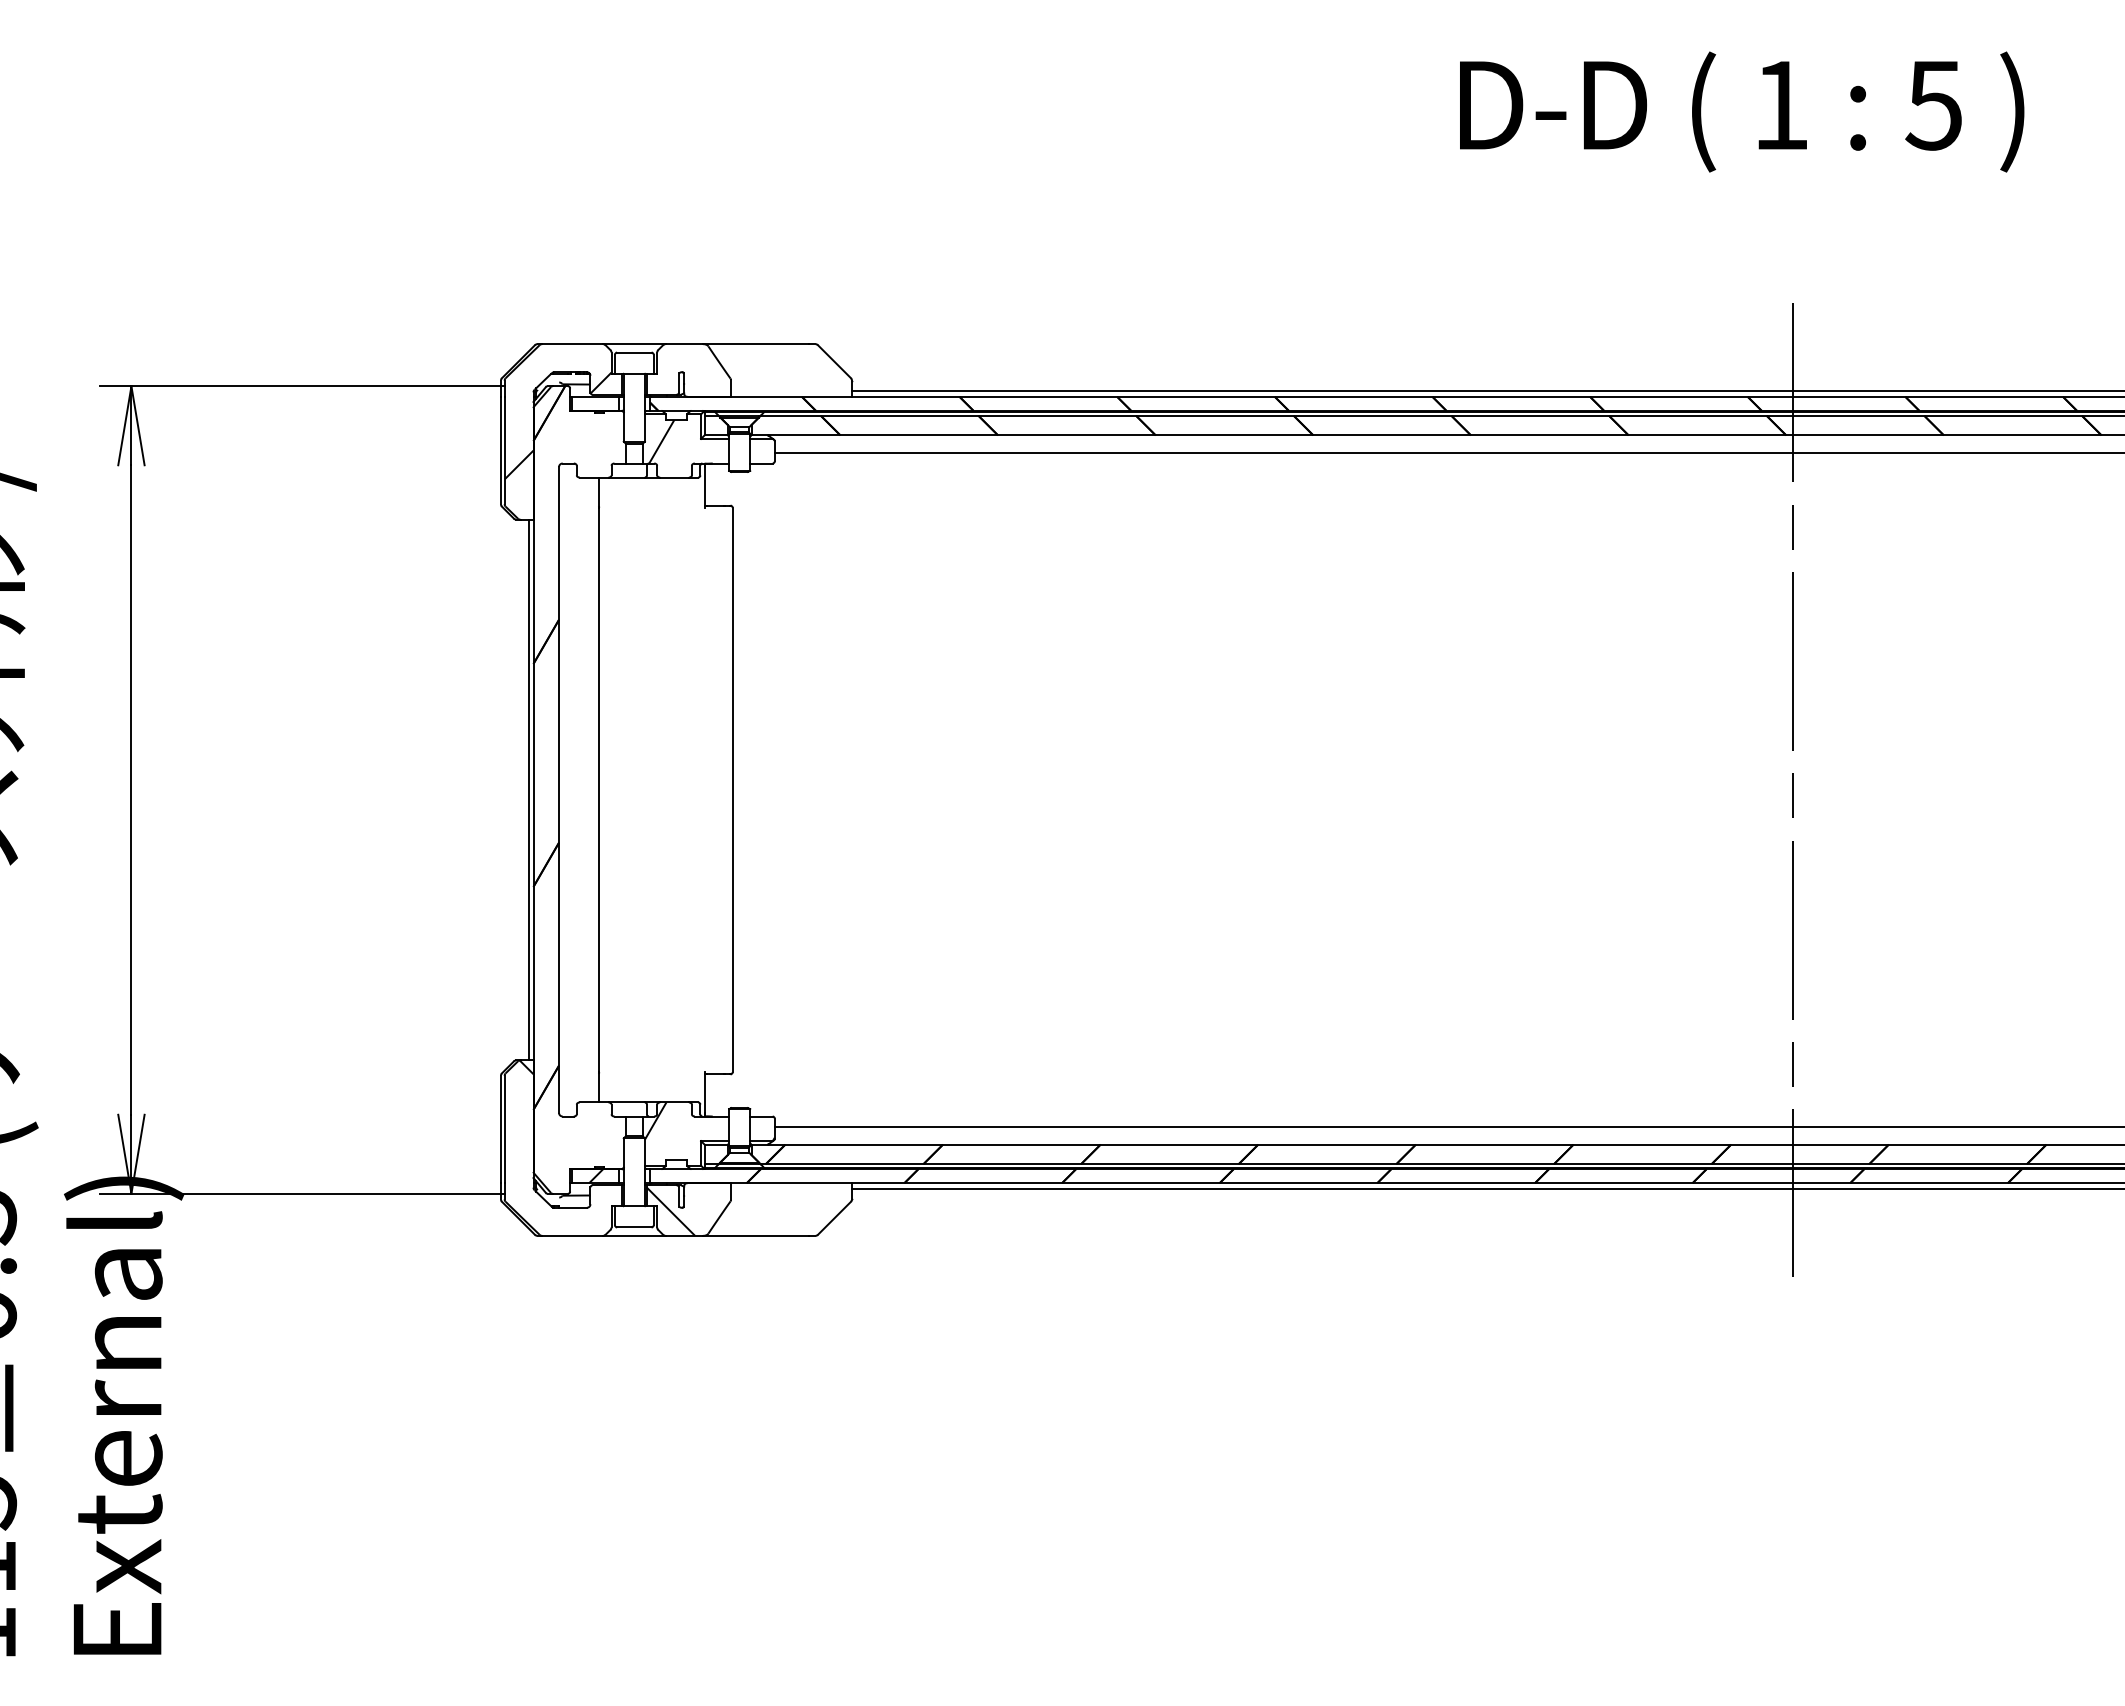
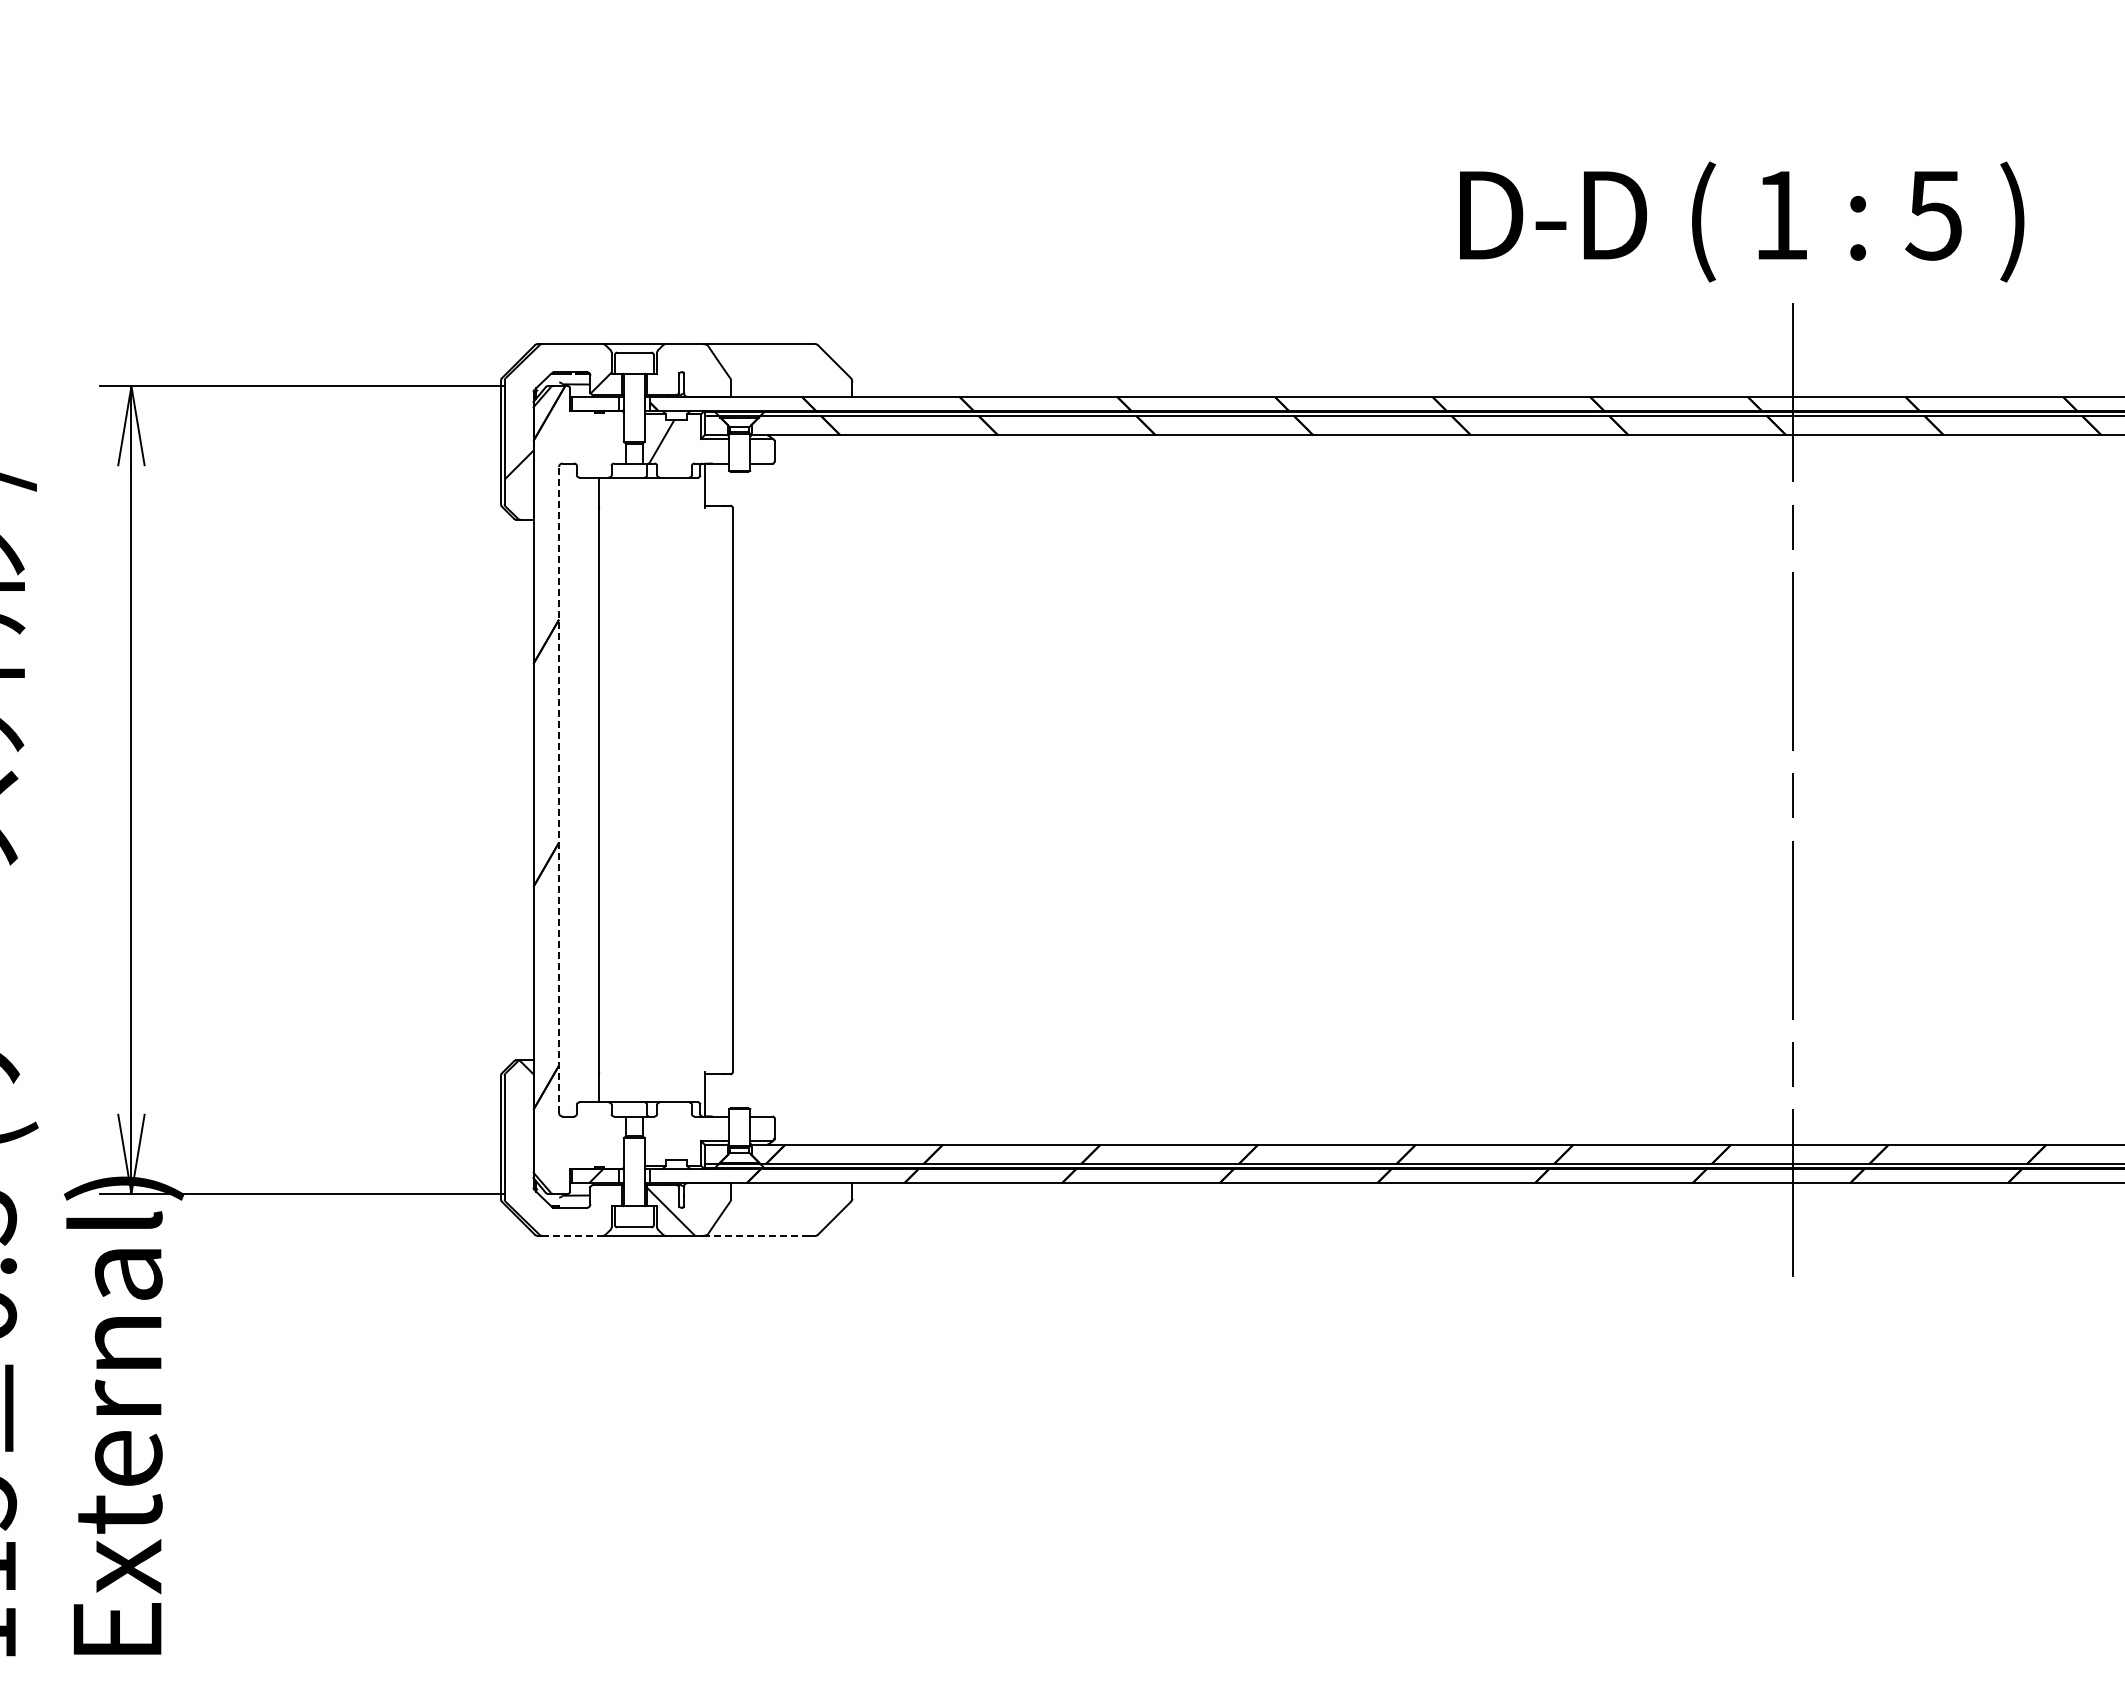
text at (1742, 111) position: (1742, 111) -> (1742, 221)
line at (1486, 391): present -> none
line at (1447, 452): present -> none
line at (529, 789): present -> none
line at (559, 790): solid -> dashed
hatch at (655, 1120): present -> none
line at (1447, 1127): present -> none
line at (1486, 1188): present -> none
line at (573, 1235): solid -> dashed
line at (755, 1235): solid -> dashed
